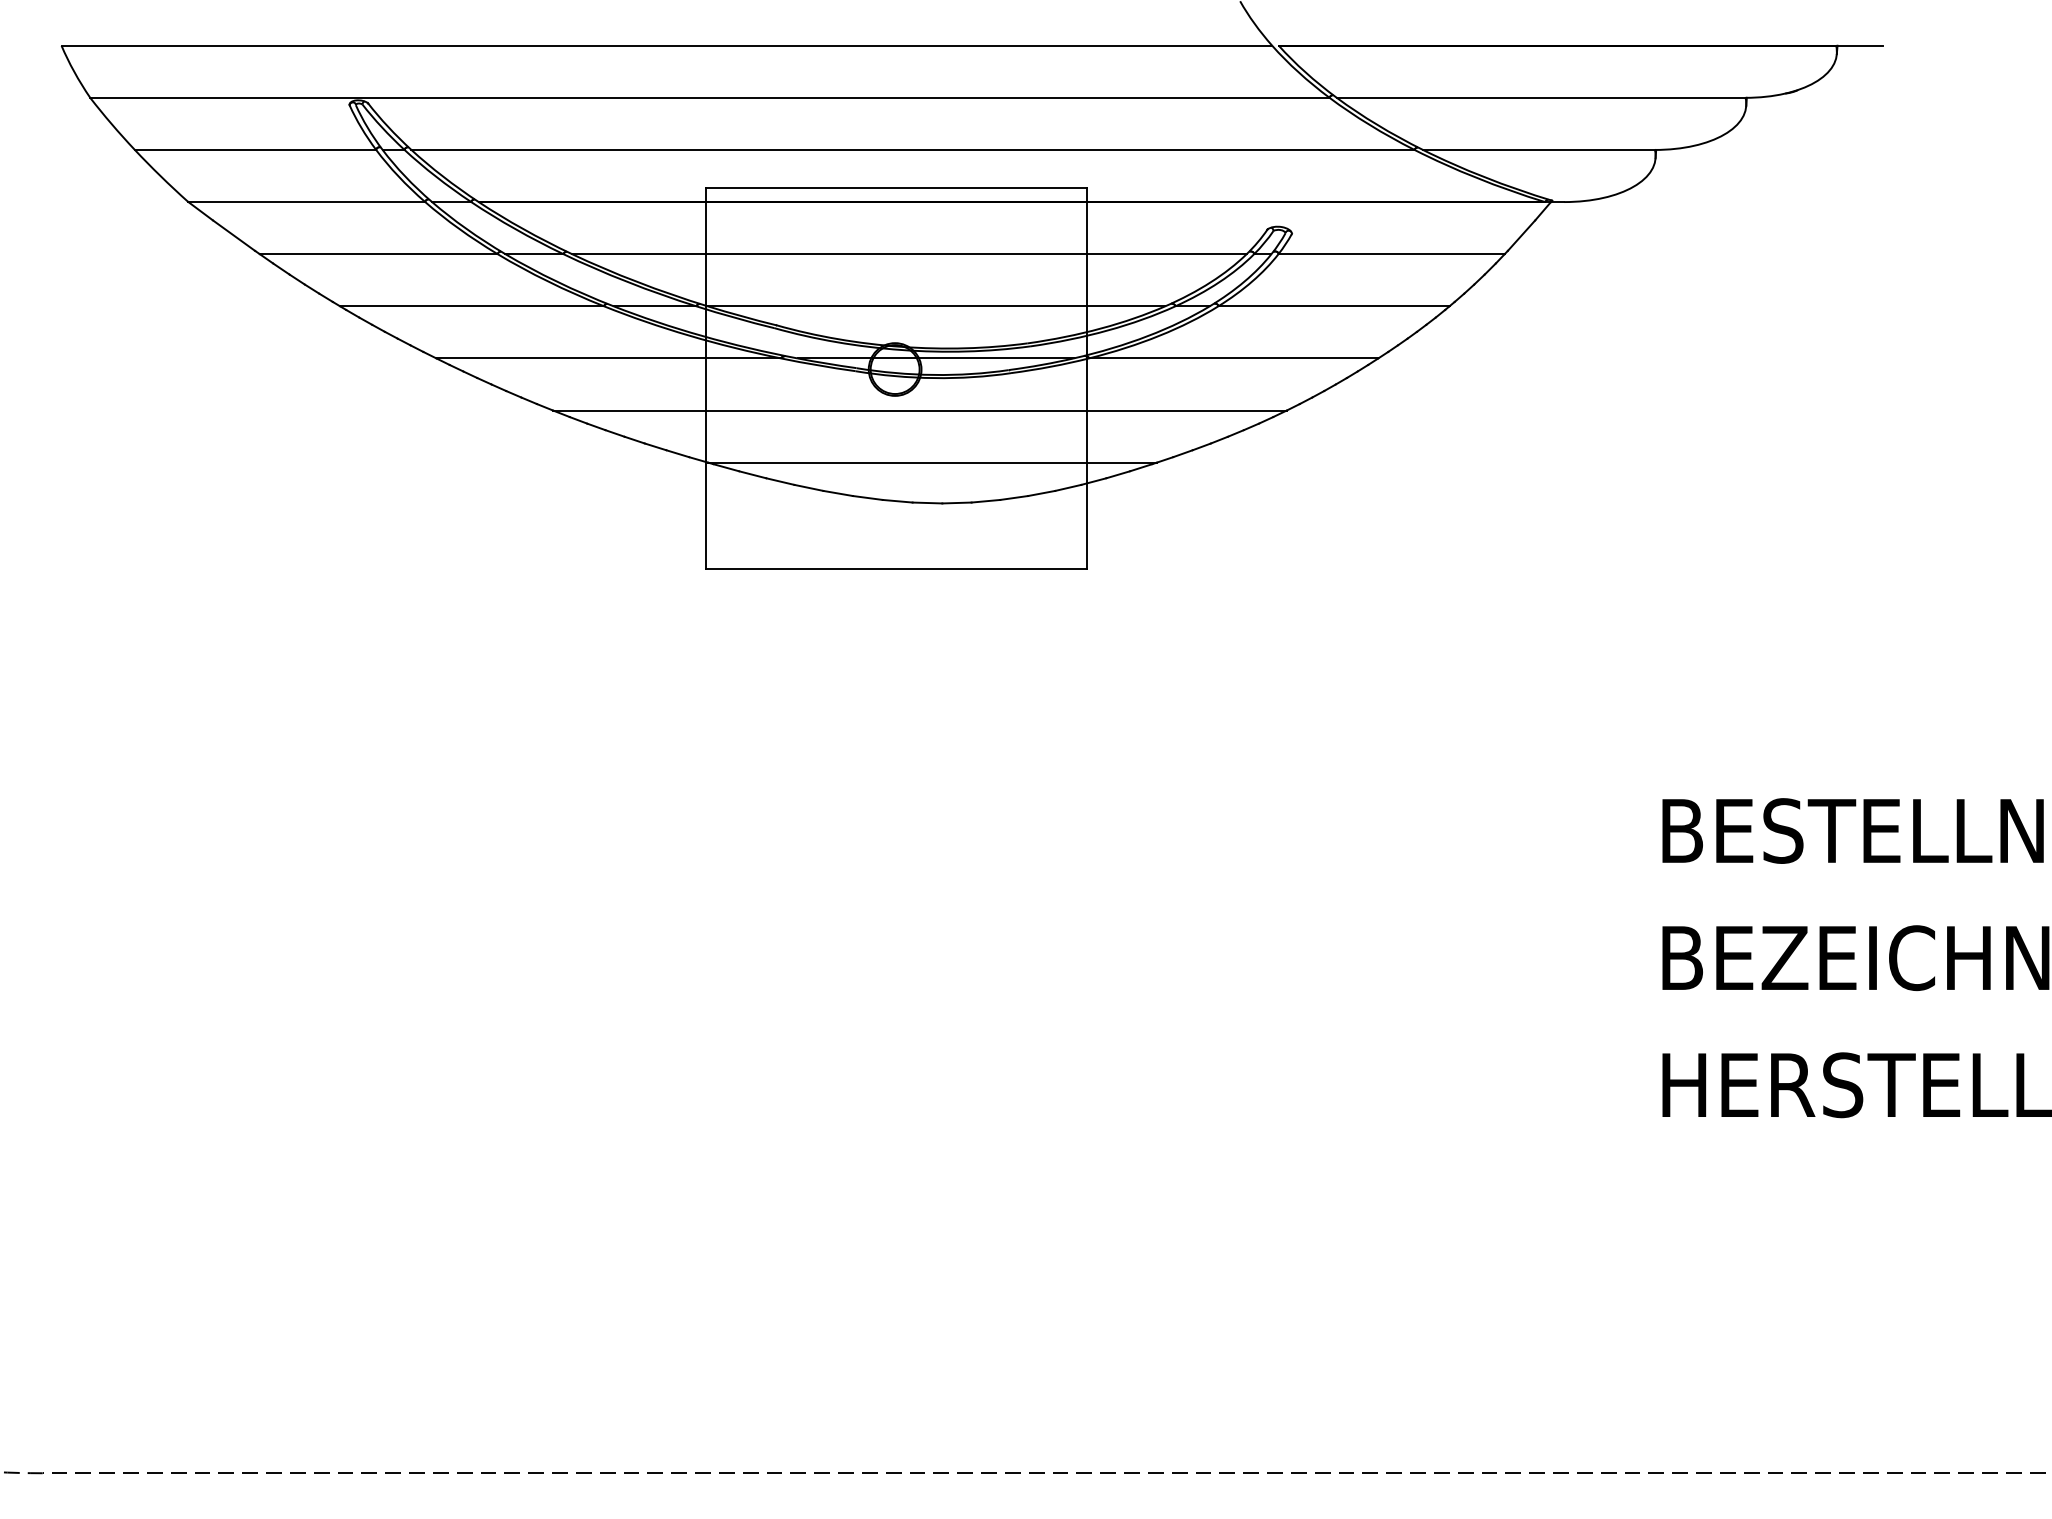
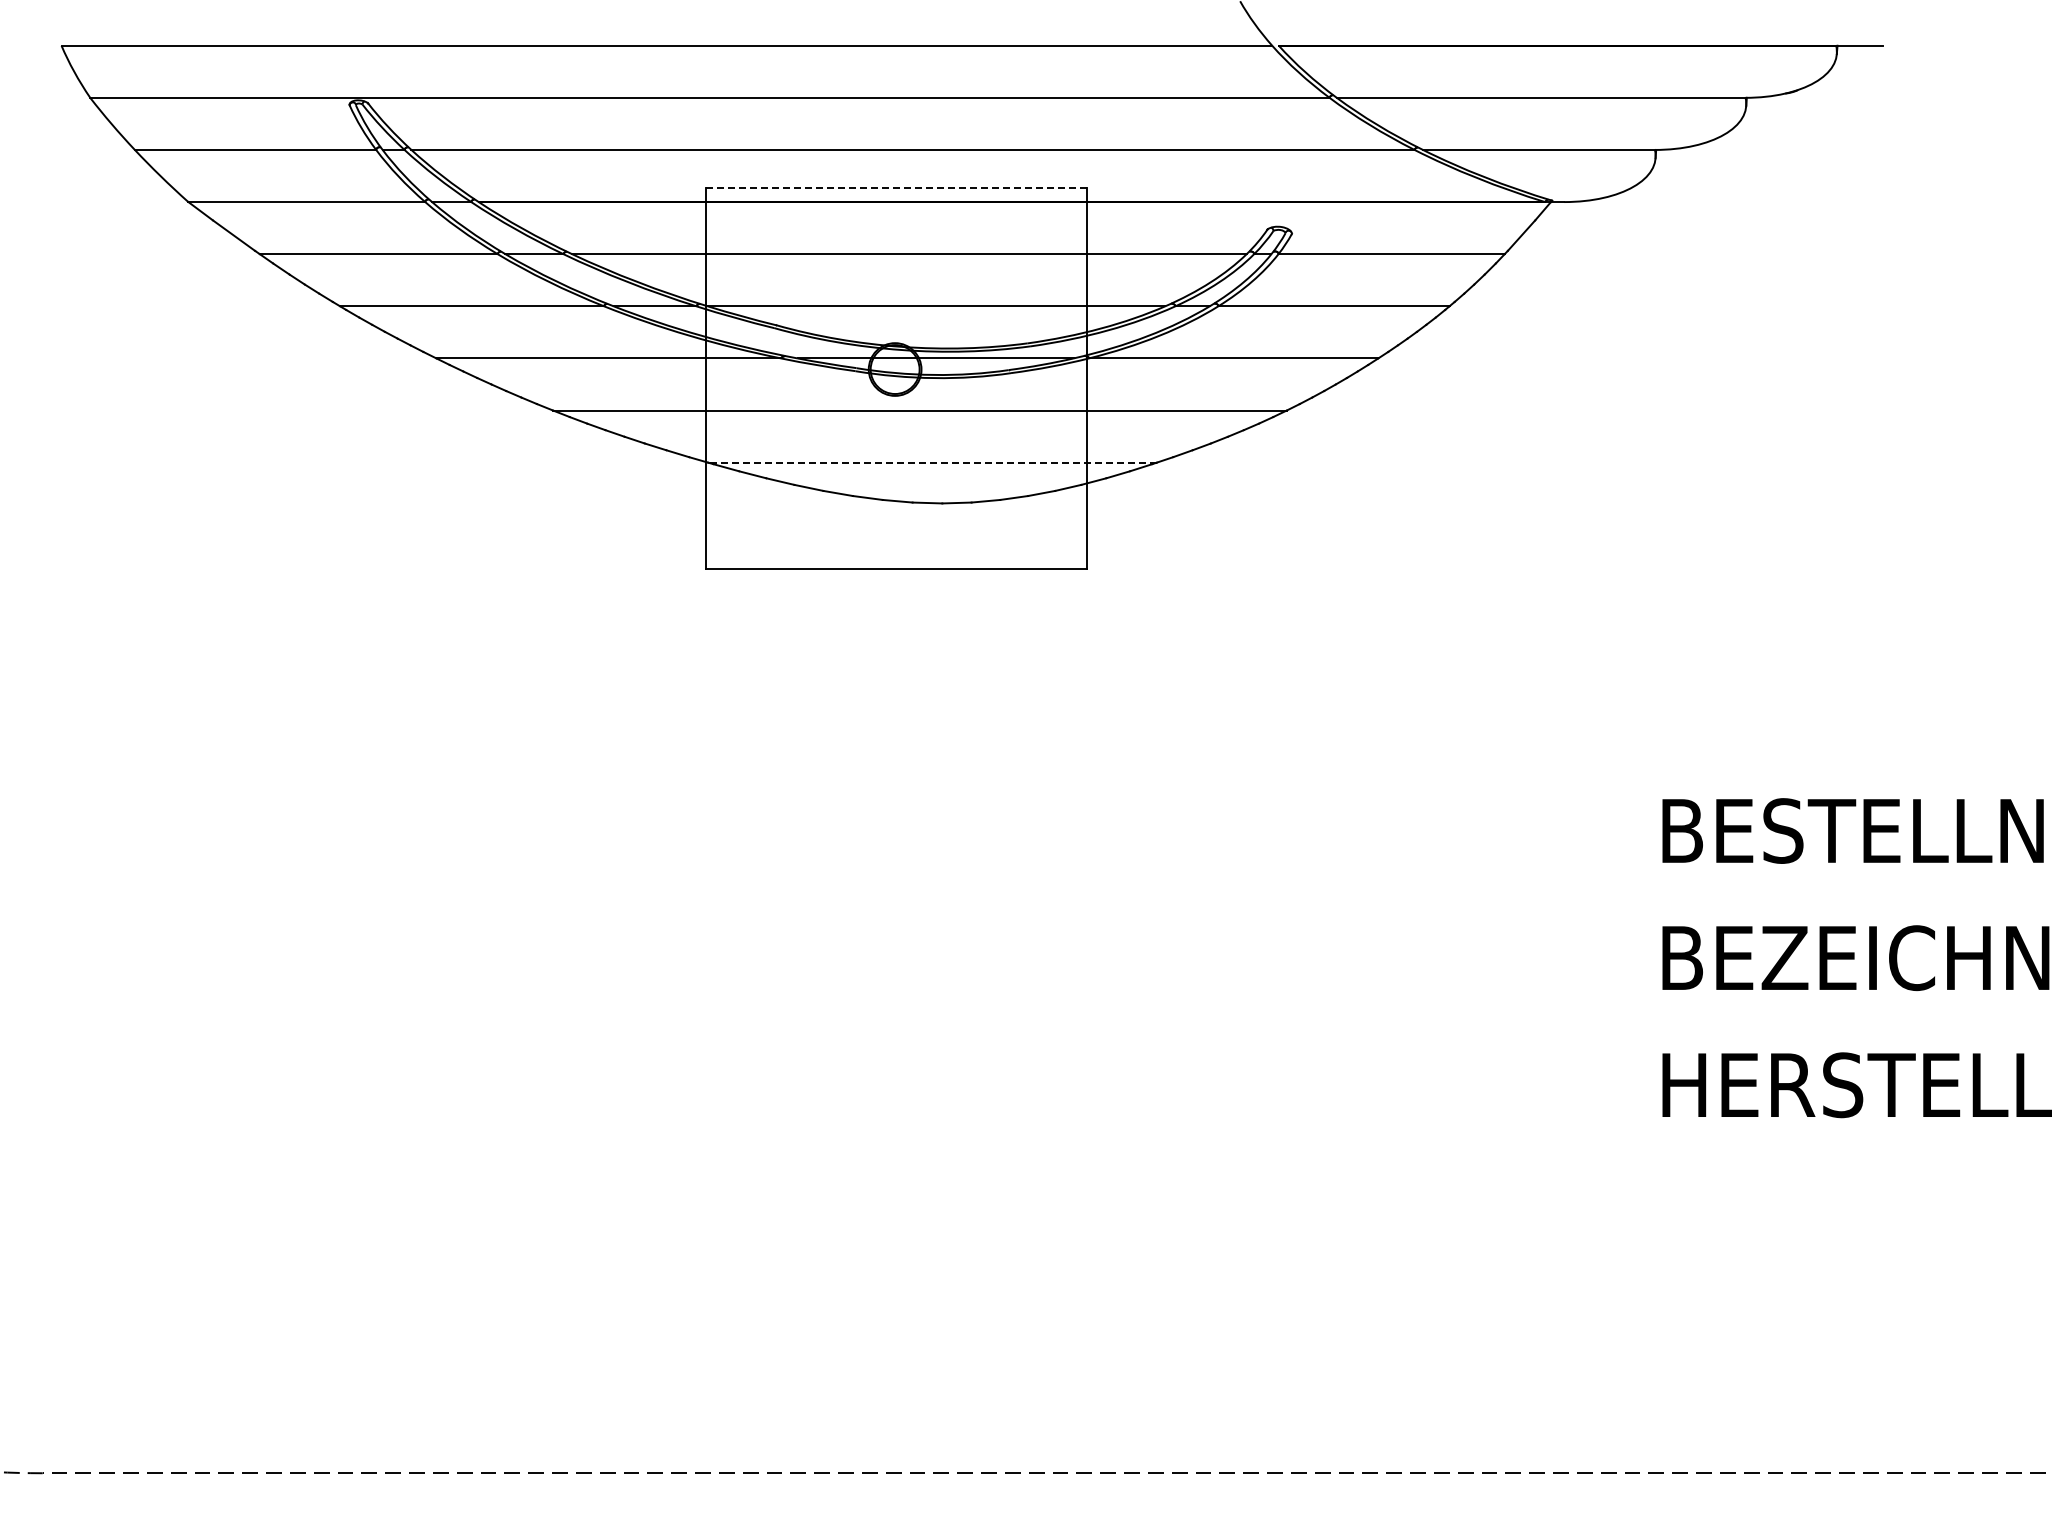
line at (896, 187): solid -> dashed
line at (932, 462): solid -> dashed
